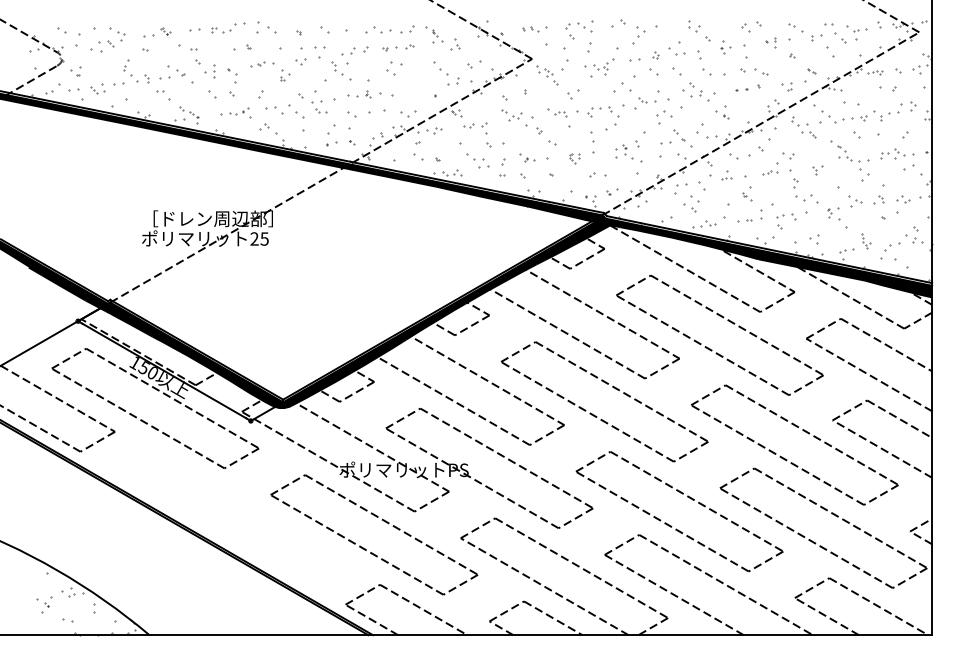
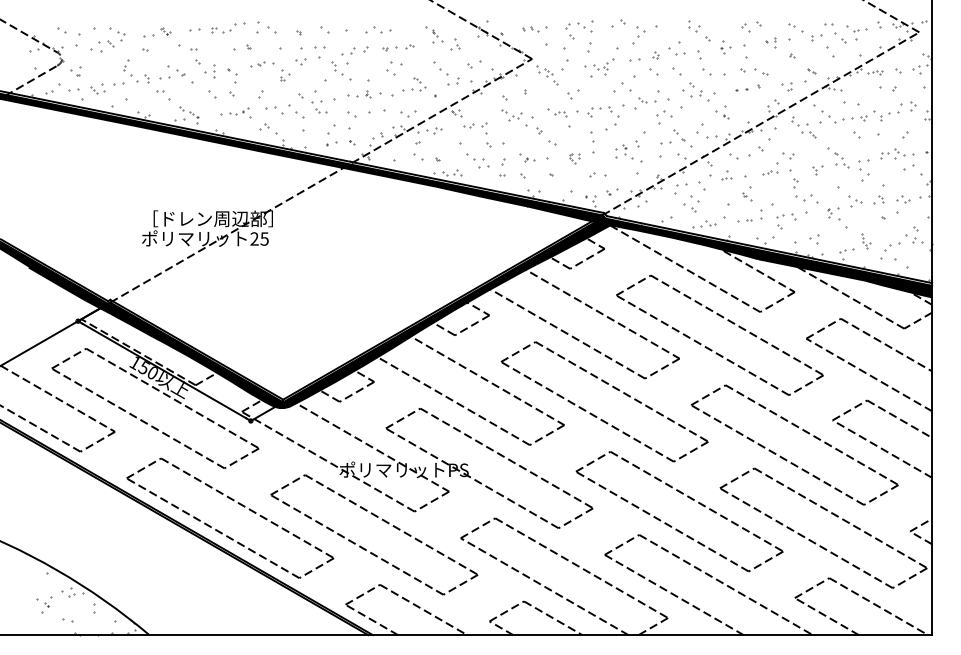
part at (407, 29): present -> none
part at (414, 84): none -> present
part at (841, 150) position: (841, 150) -> (838, 157)
part at (238, 504): none -> present
